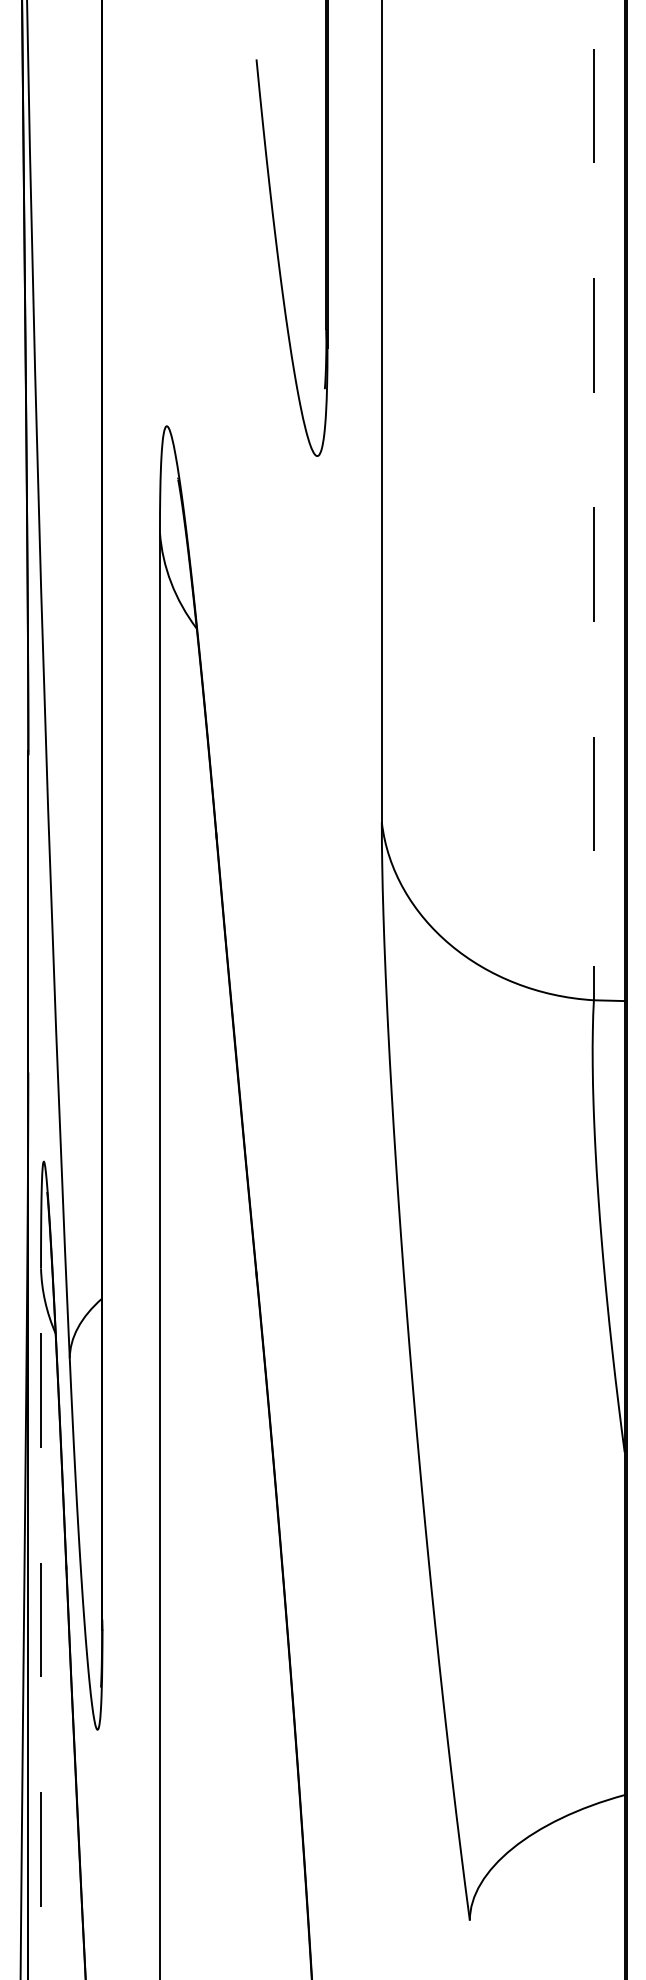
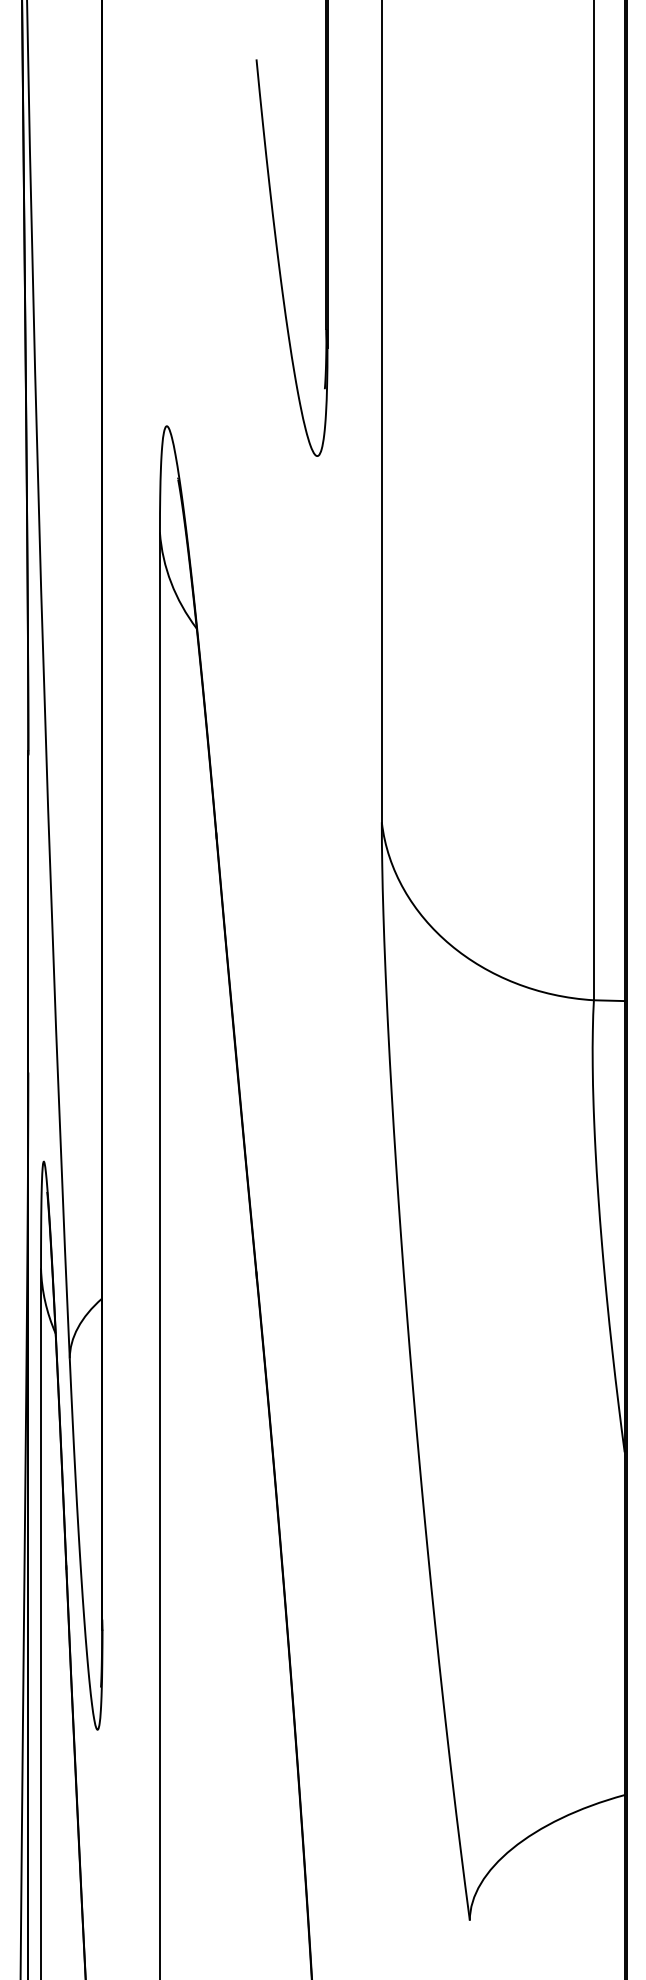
line at (593, 500): dashed -> solid
line at (41, 1623): dashed -> solid
